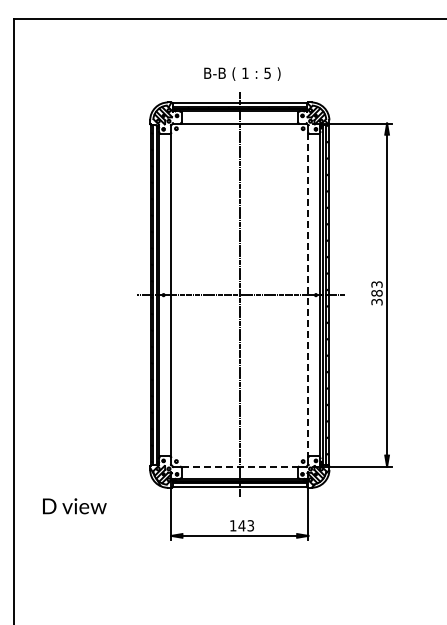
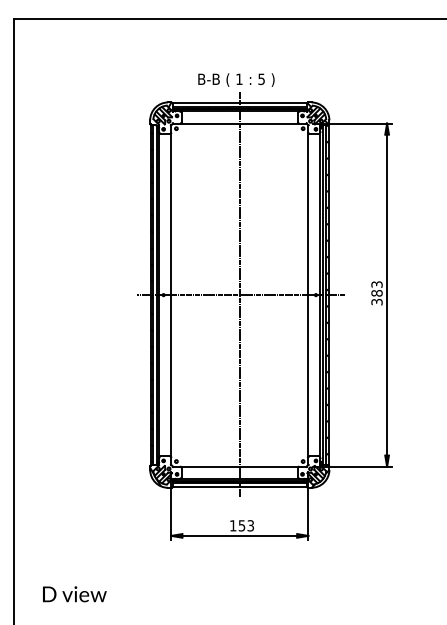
text at (242, 73) position: (242, 73) -> (236, 79)
line at (308, 295): dashed -> solid
line at (239, 466): dashed -> solid
text at (74, 506) position: (74, 506) -> (74, 594)
text at (241, 525): 143 -> 153
